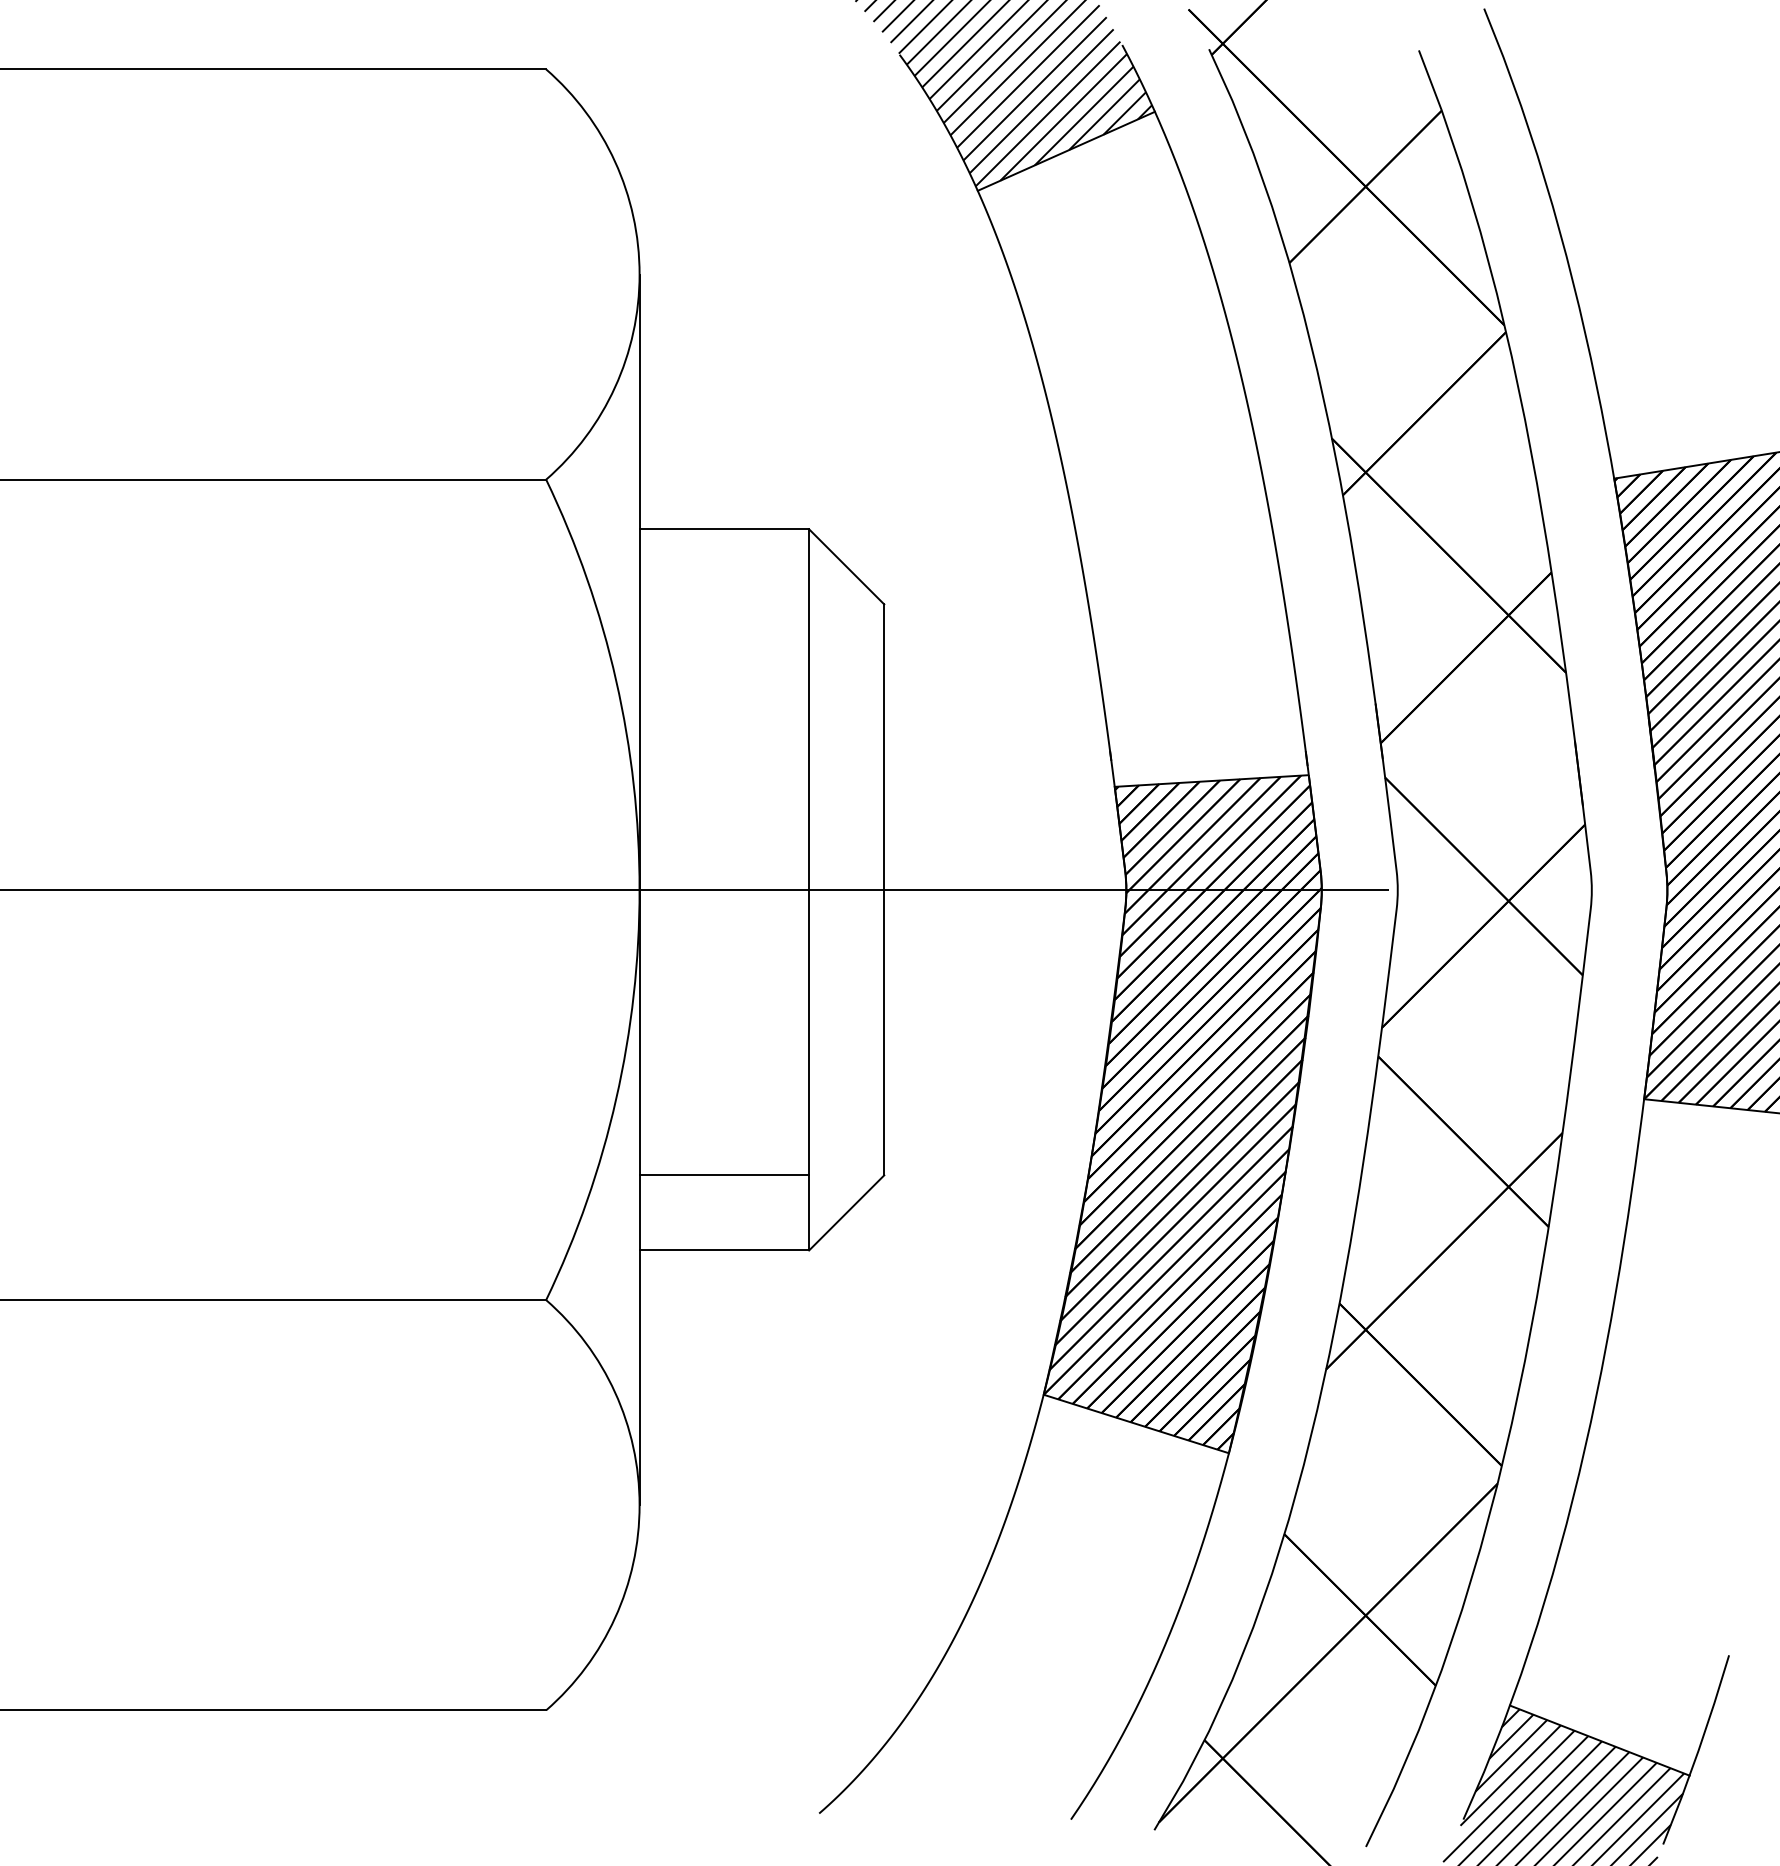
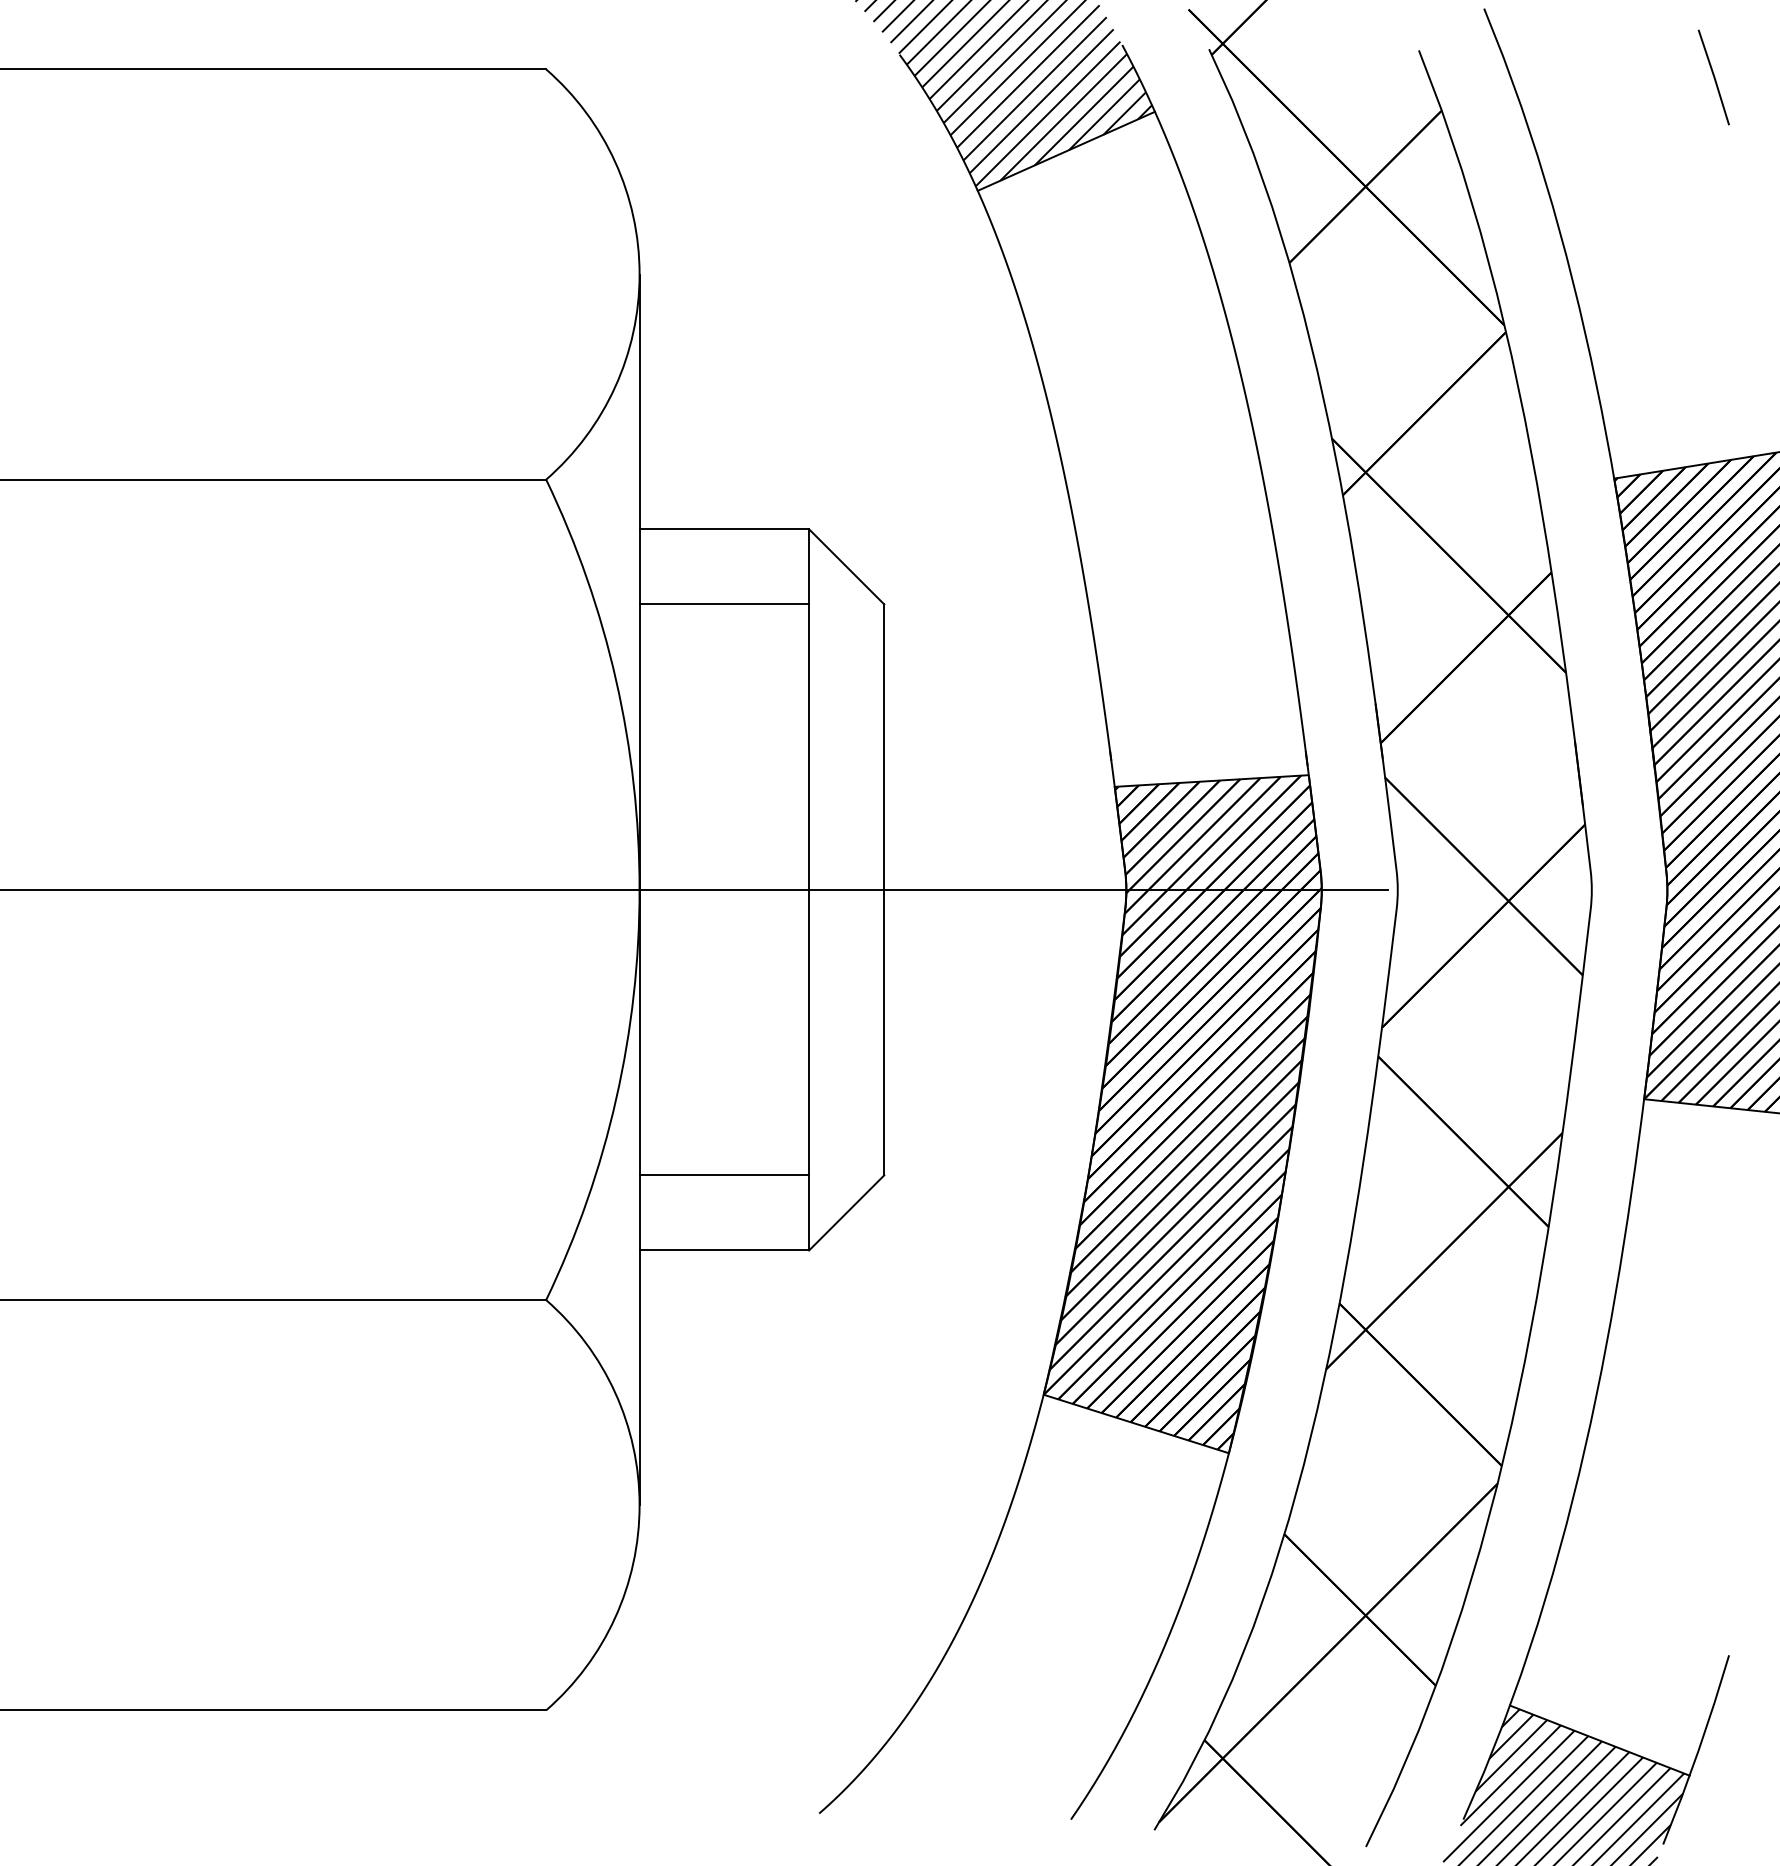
line at (1713, 77): none -> present
line at (724, 604): none -> present
